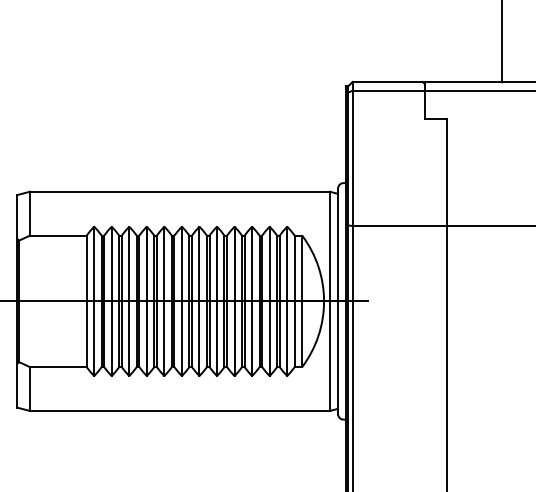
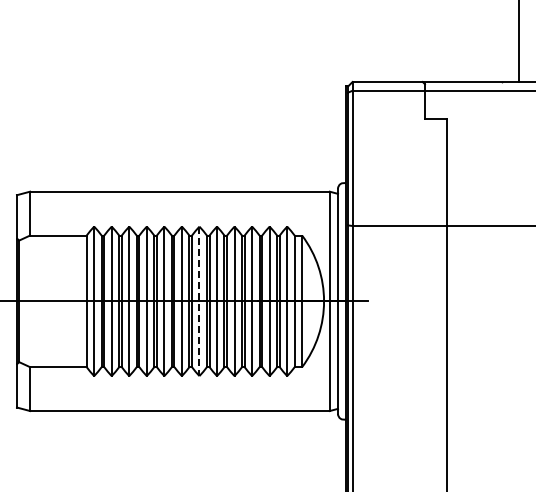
line at (501, 42) position: (501, 42) -> (518, 42)
line at (199, 301): solid -> dashed
